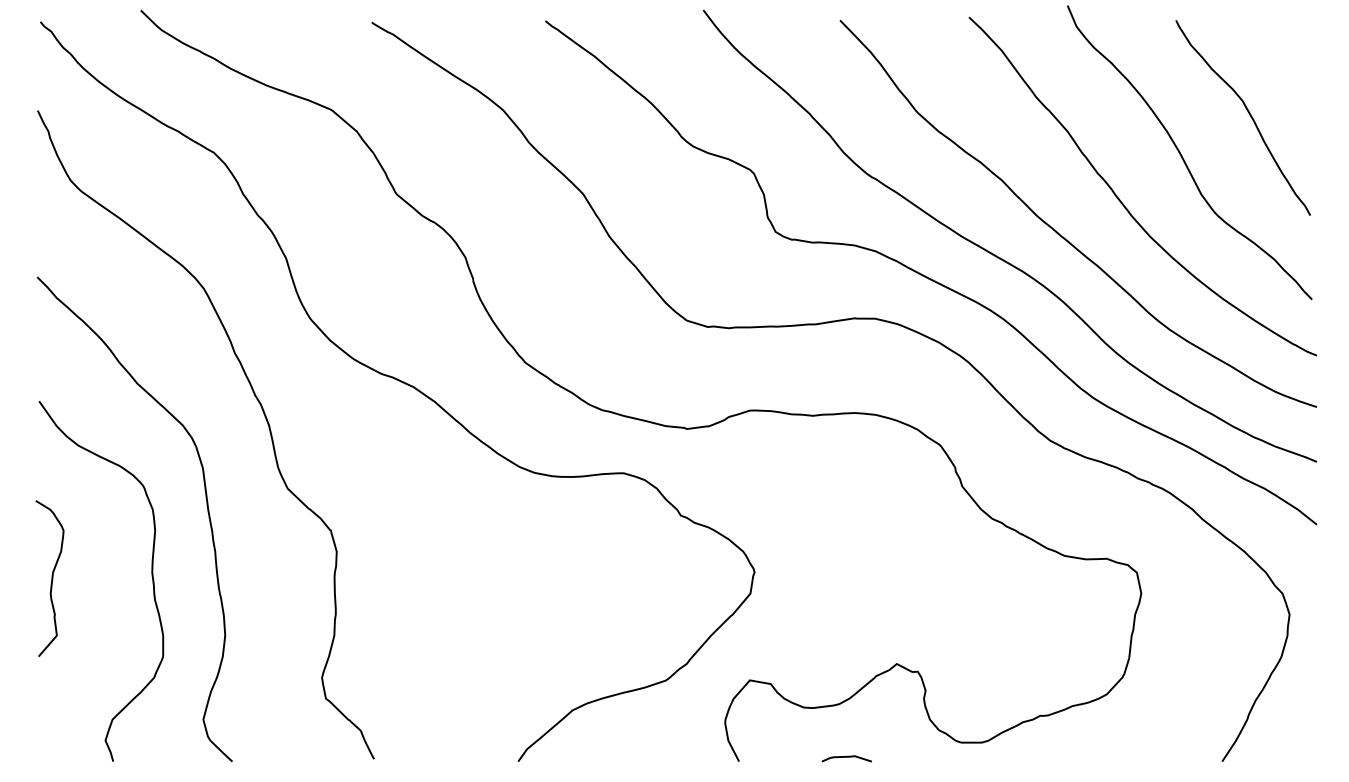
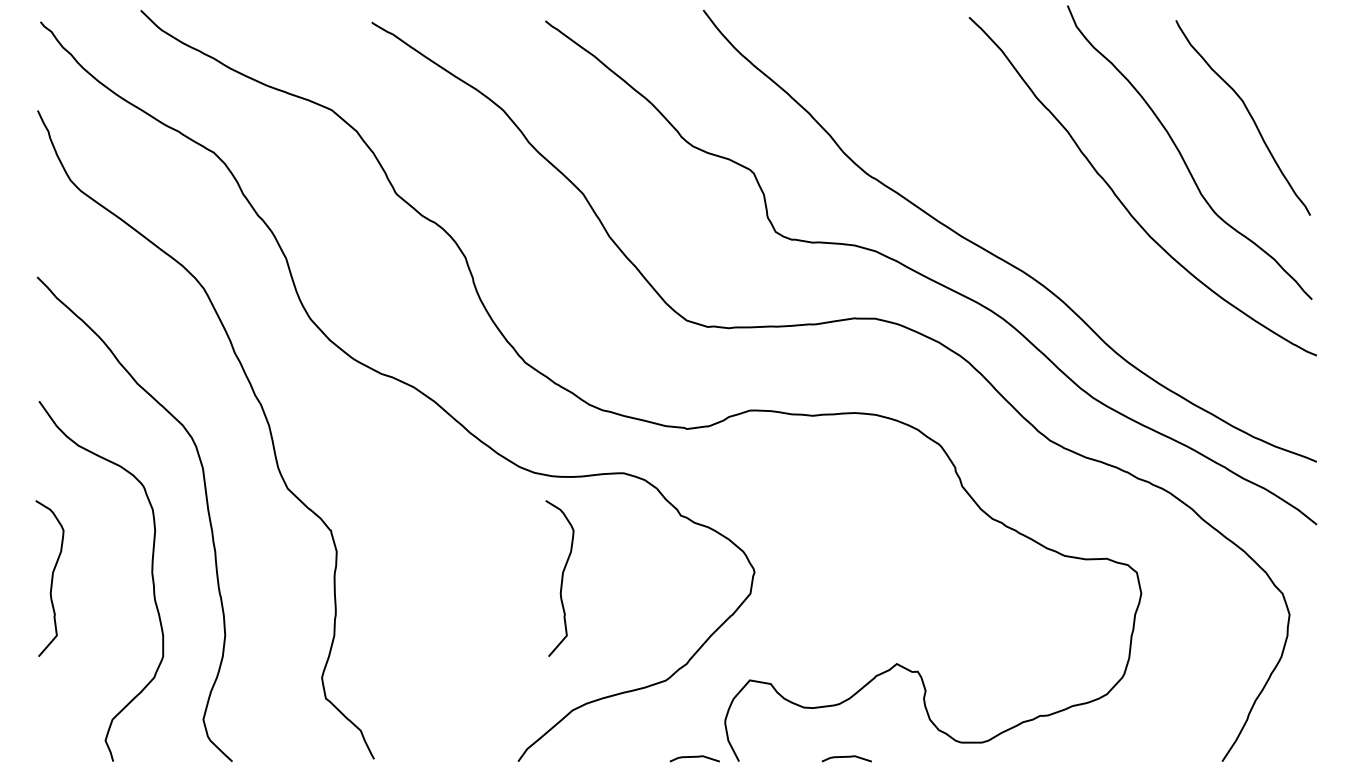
curve at (1058, 232): present -> none
curve at (561, 578): none -> present
curve at (694, 757): none -> present
